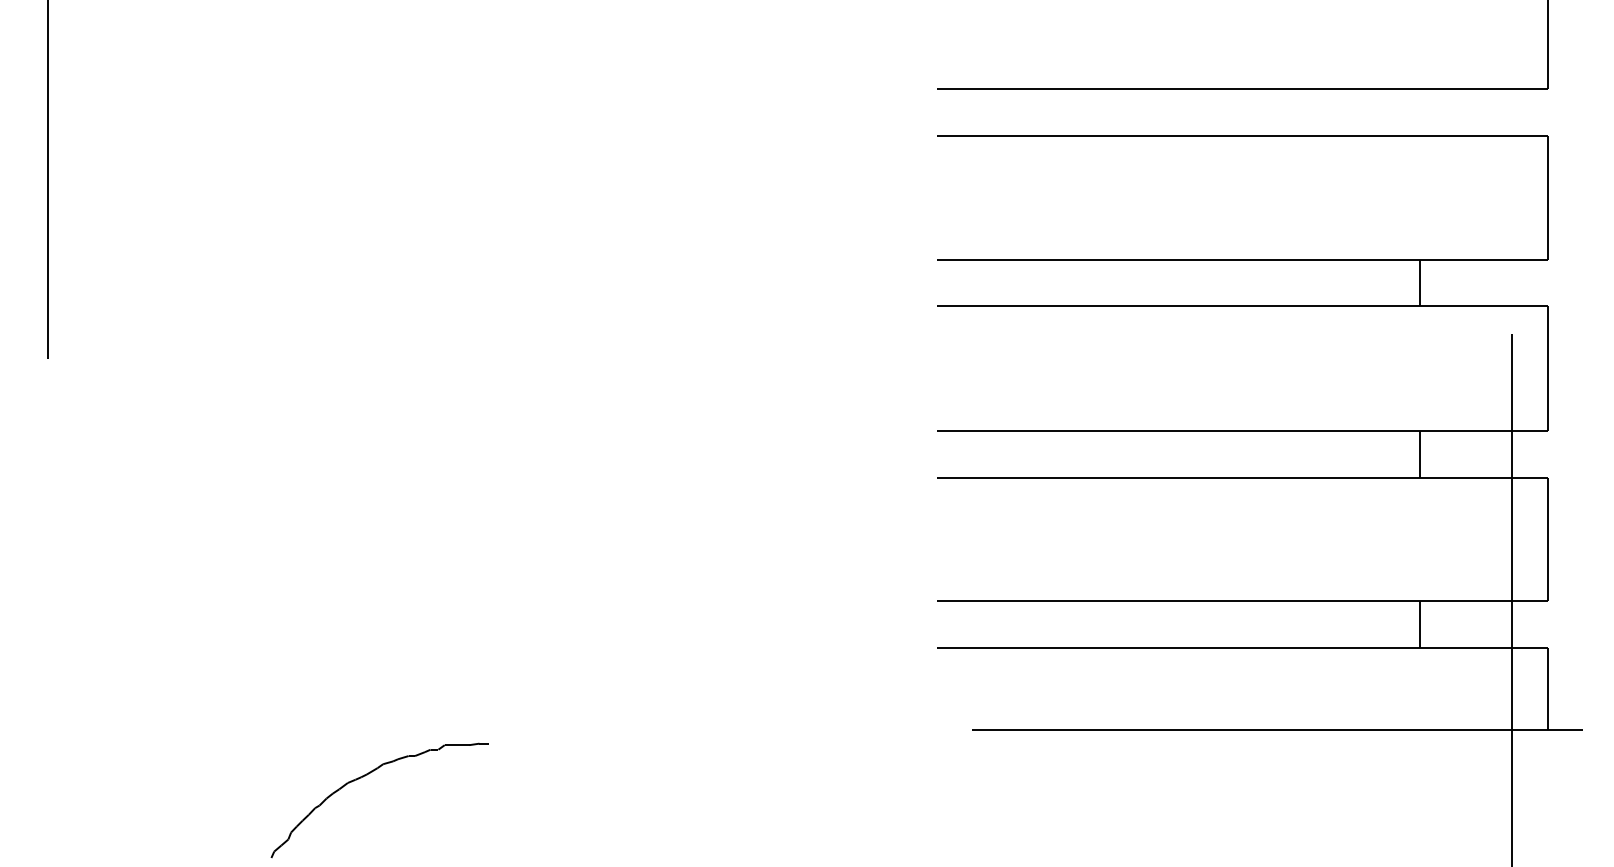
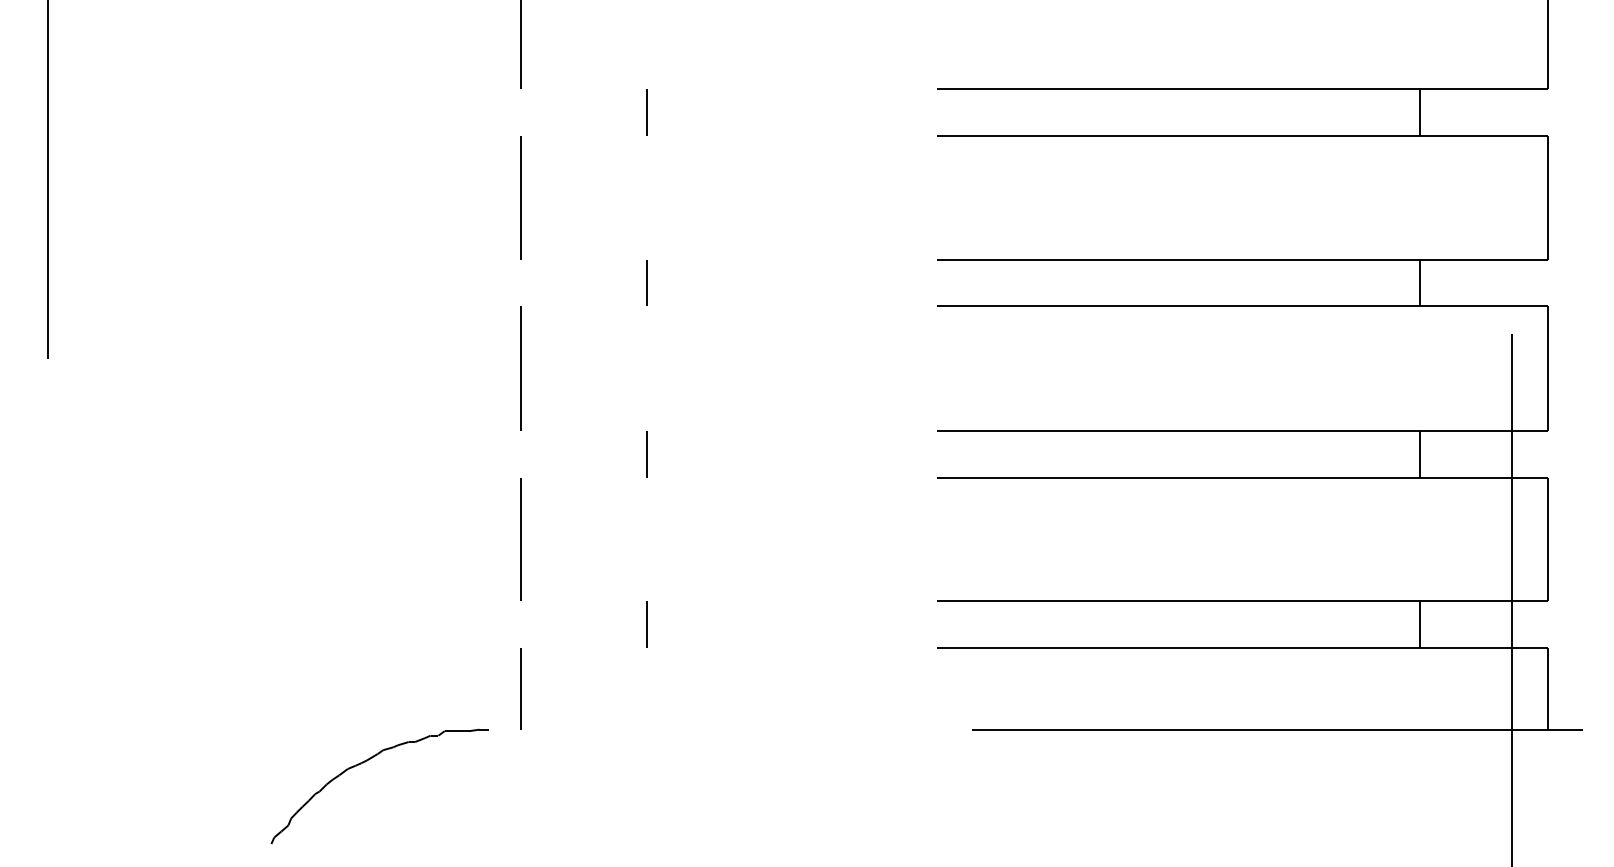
line at (520, 45): none -> present
line at (647, 111): none -> present
line at (1419, 111): none -> present
line at (520, 197): none -> present
line at (647, 282): none -> present
line at (520, 368): none -> present
line at (646, 454): none -> present
line at (520, 539): none -> present
line at (646, 624): none -> present
line at (520, 688): none -> present
part at (367, 775) position: (367, 775) -> (367, 761)
